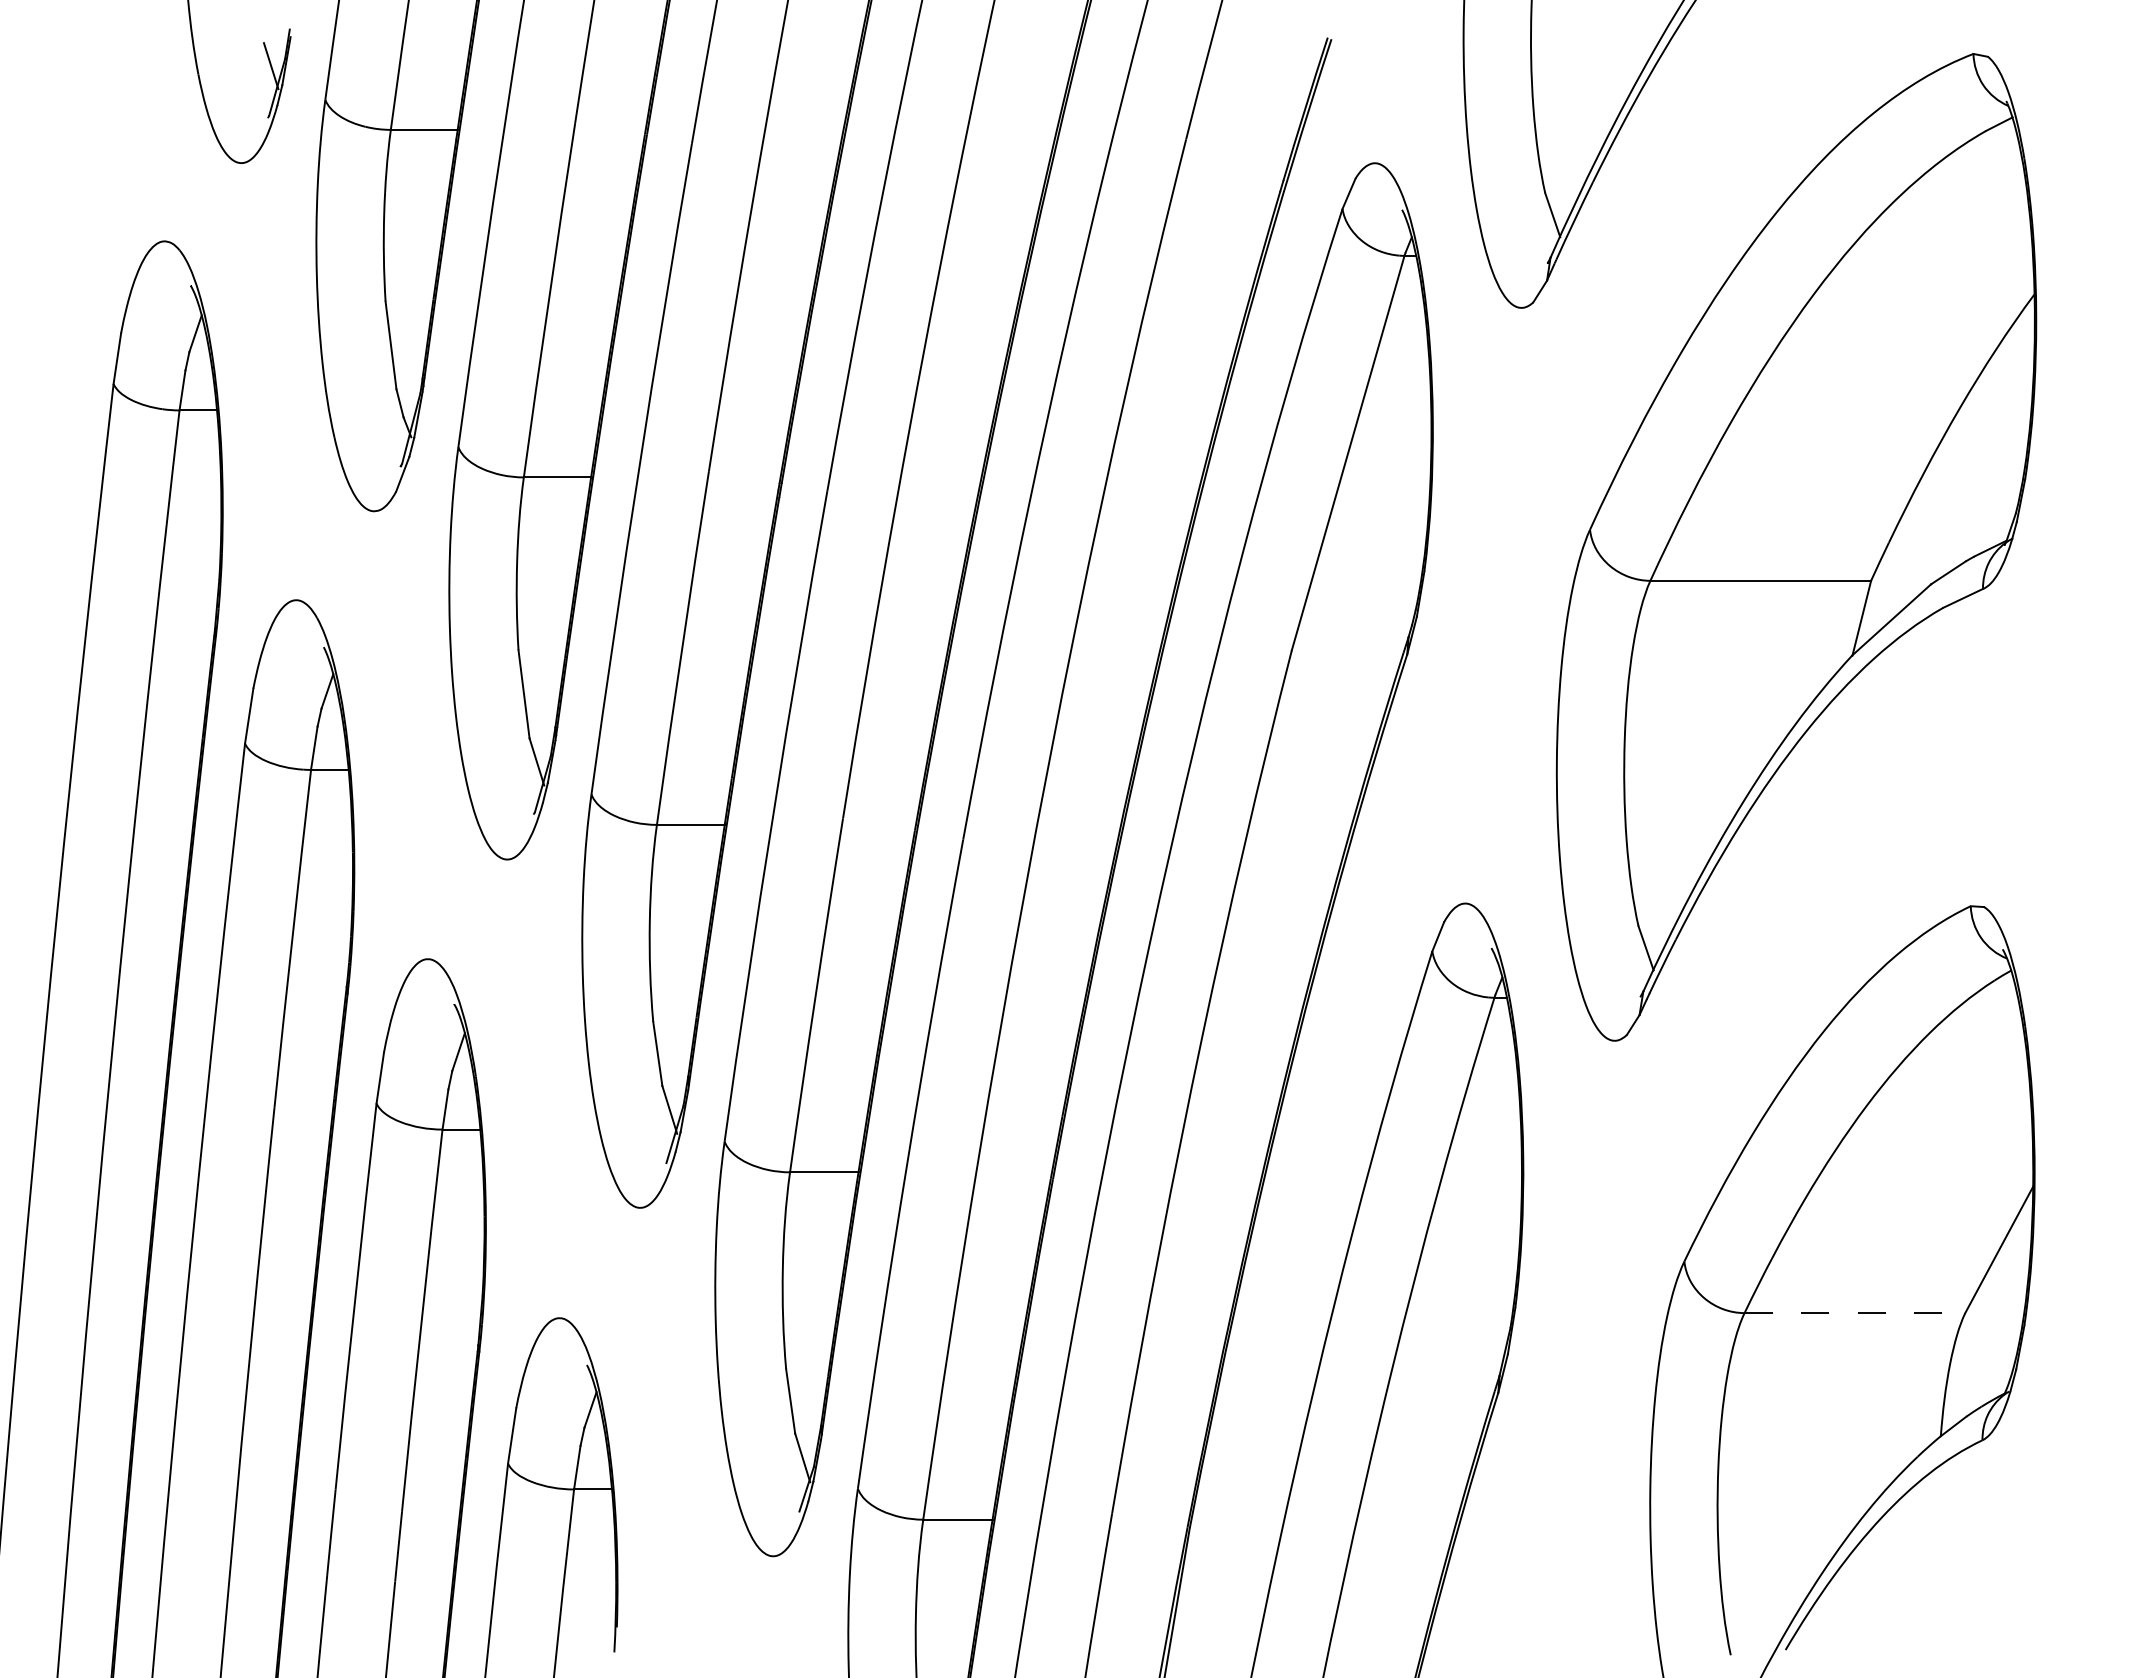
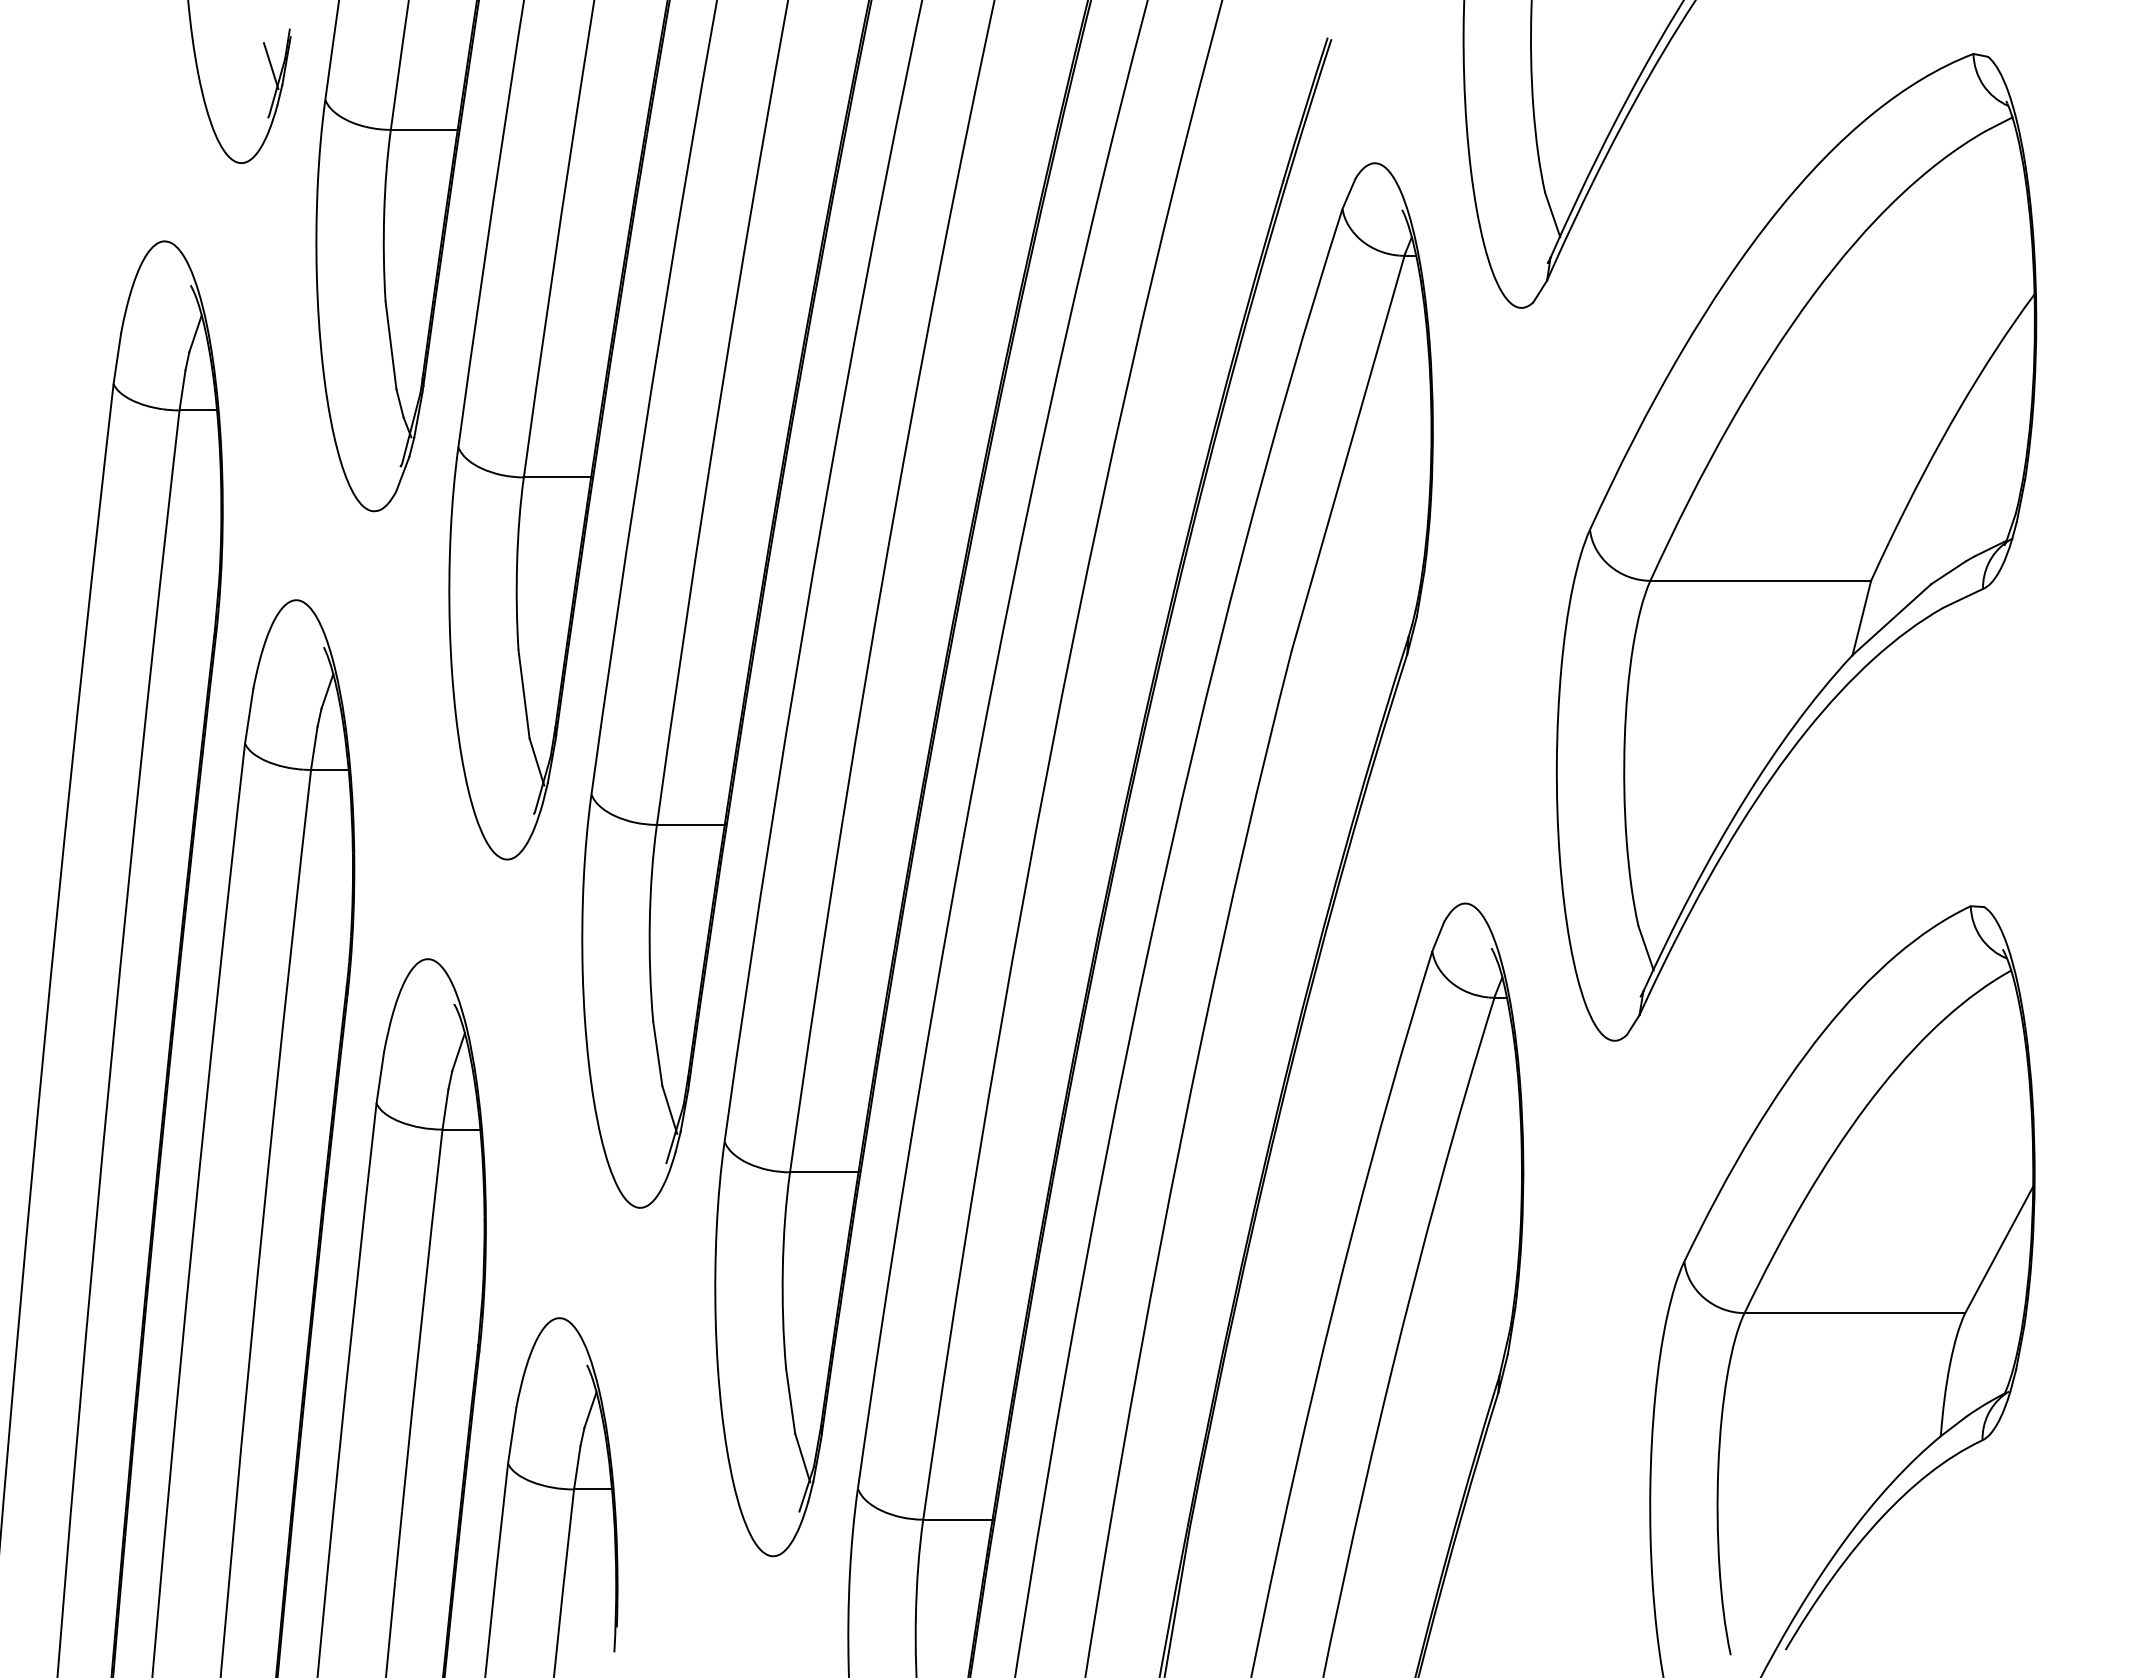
line at (1855, 1313): dashed -> solid
